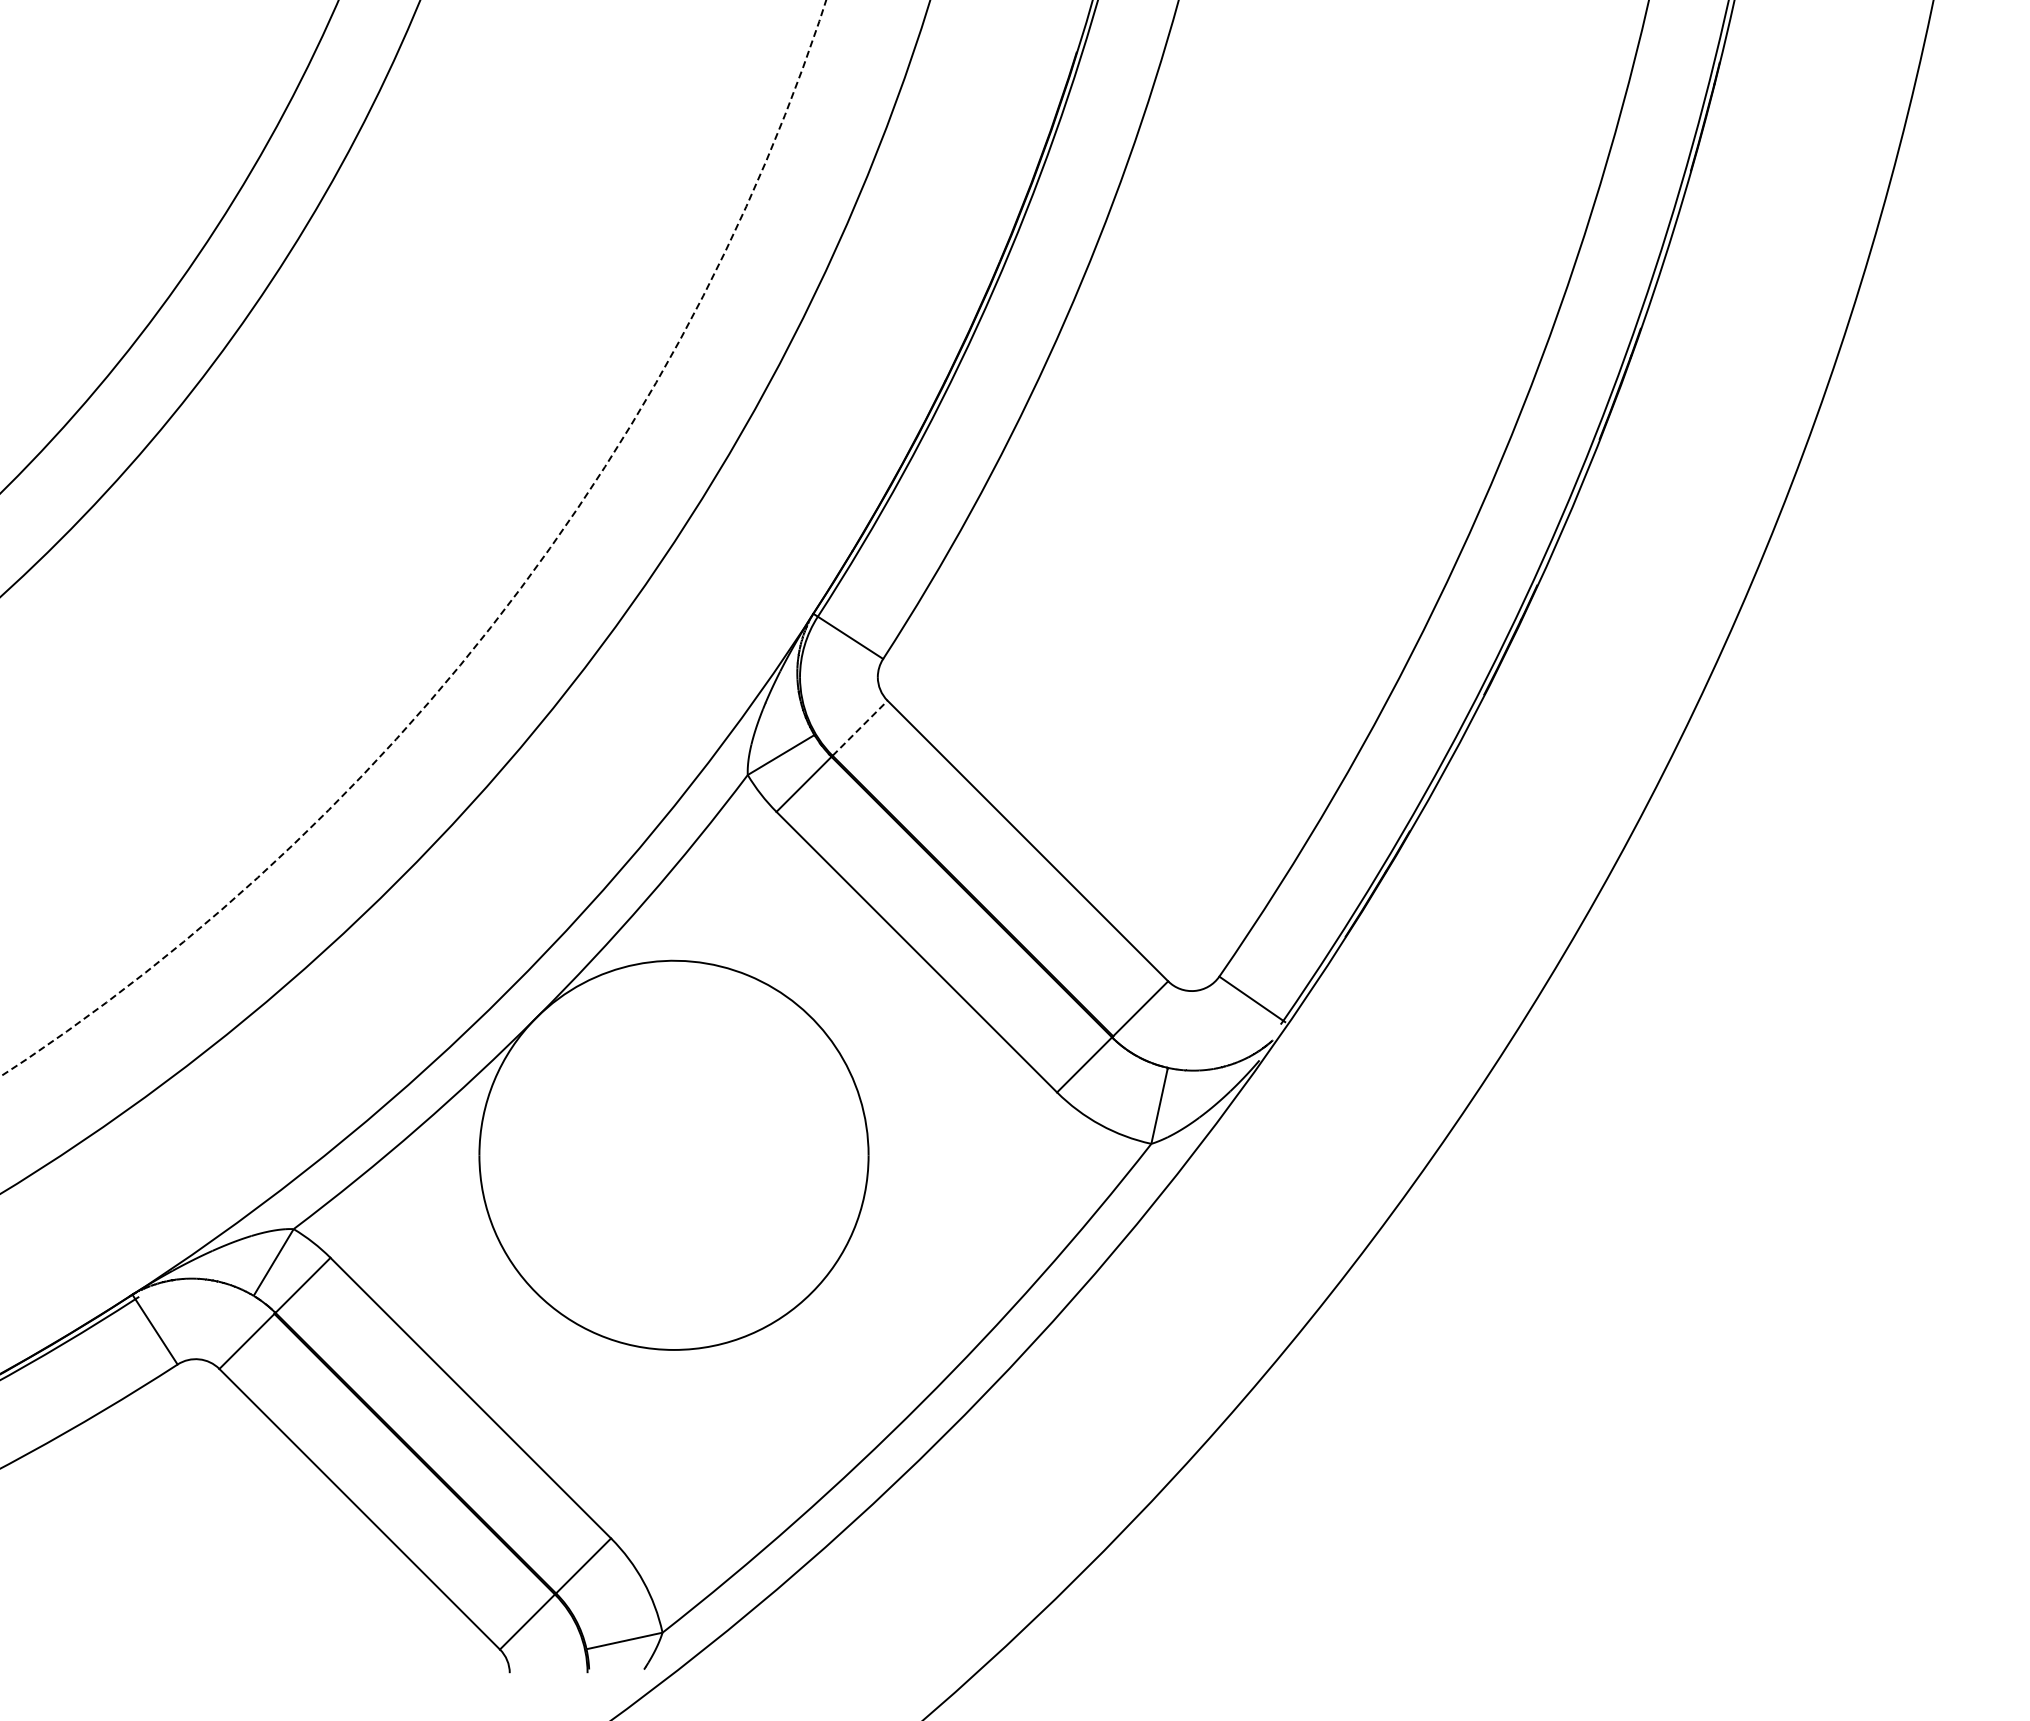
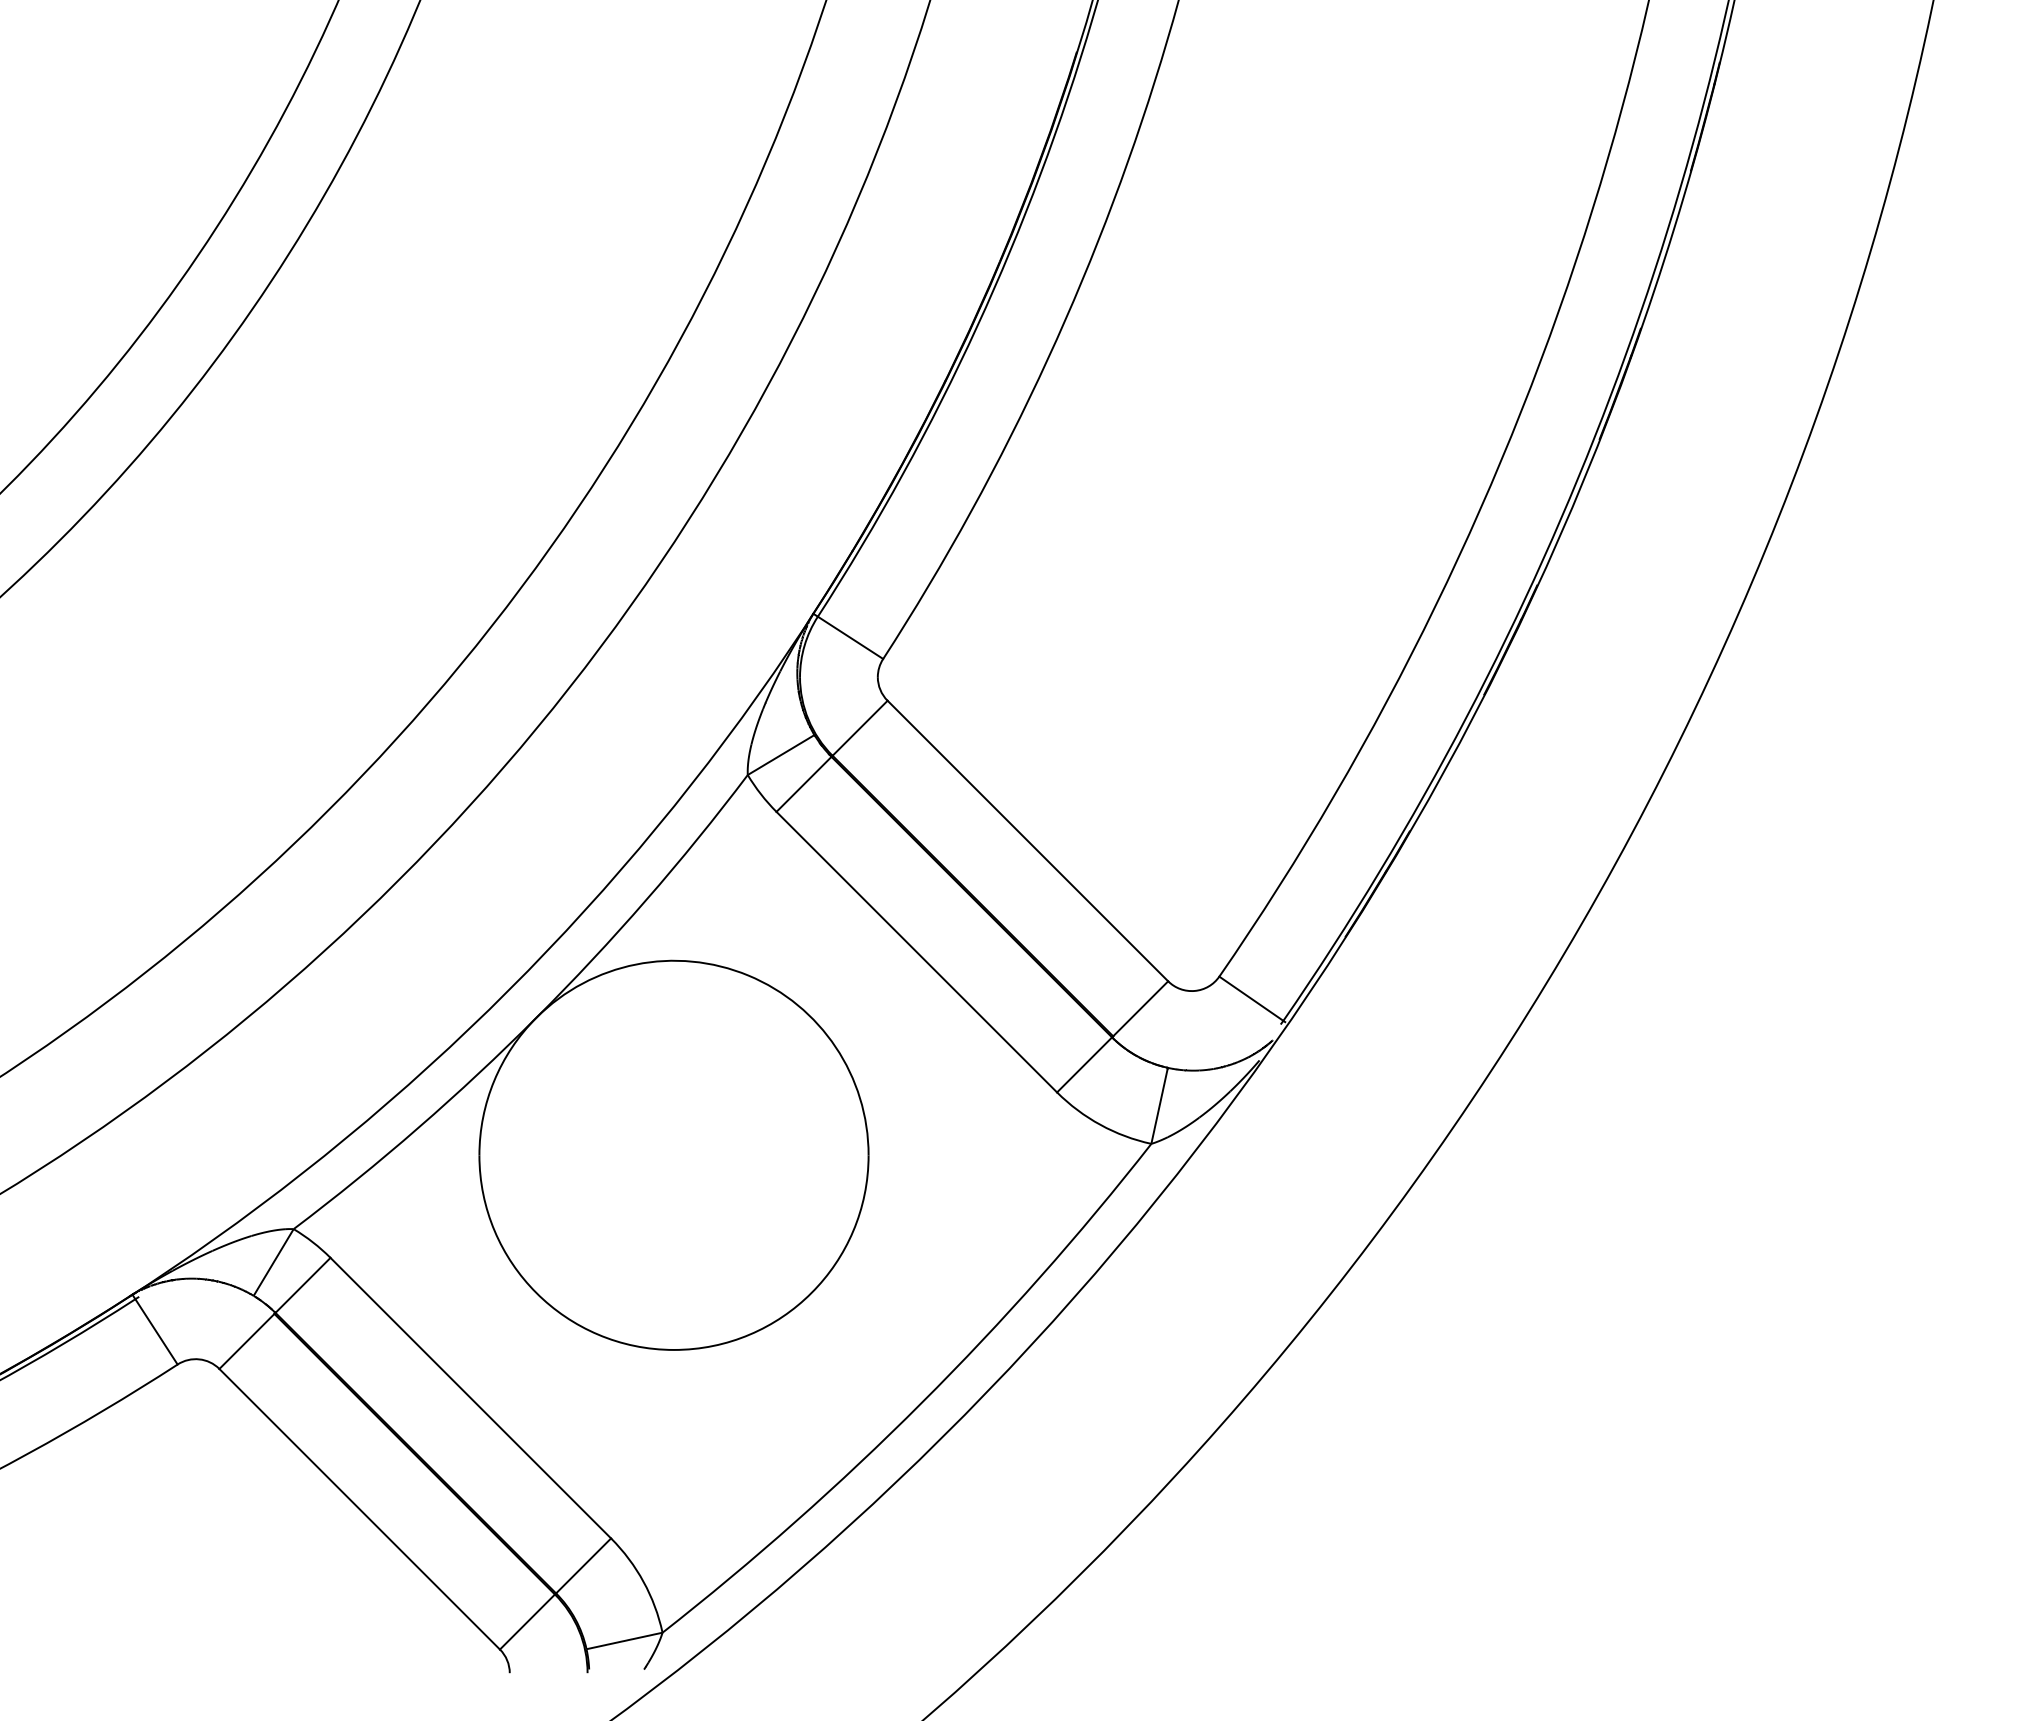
arc at (503, 610): dashed -> solid
line at (860, 728): dashed -> solid
